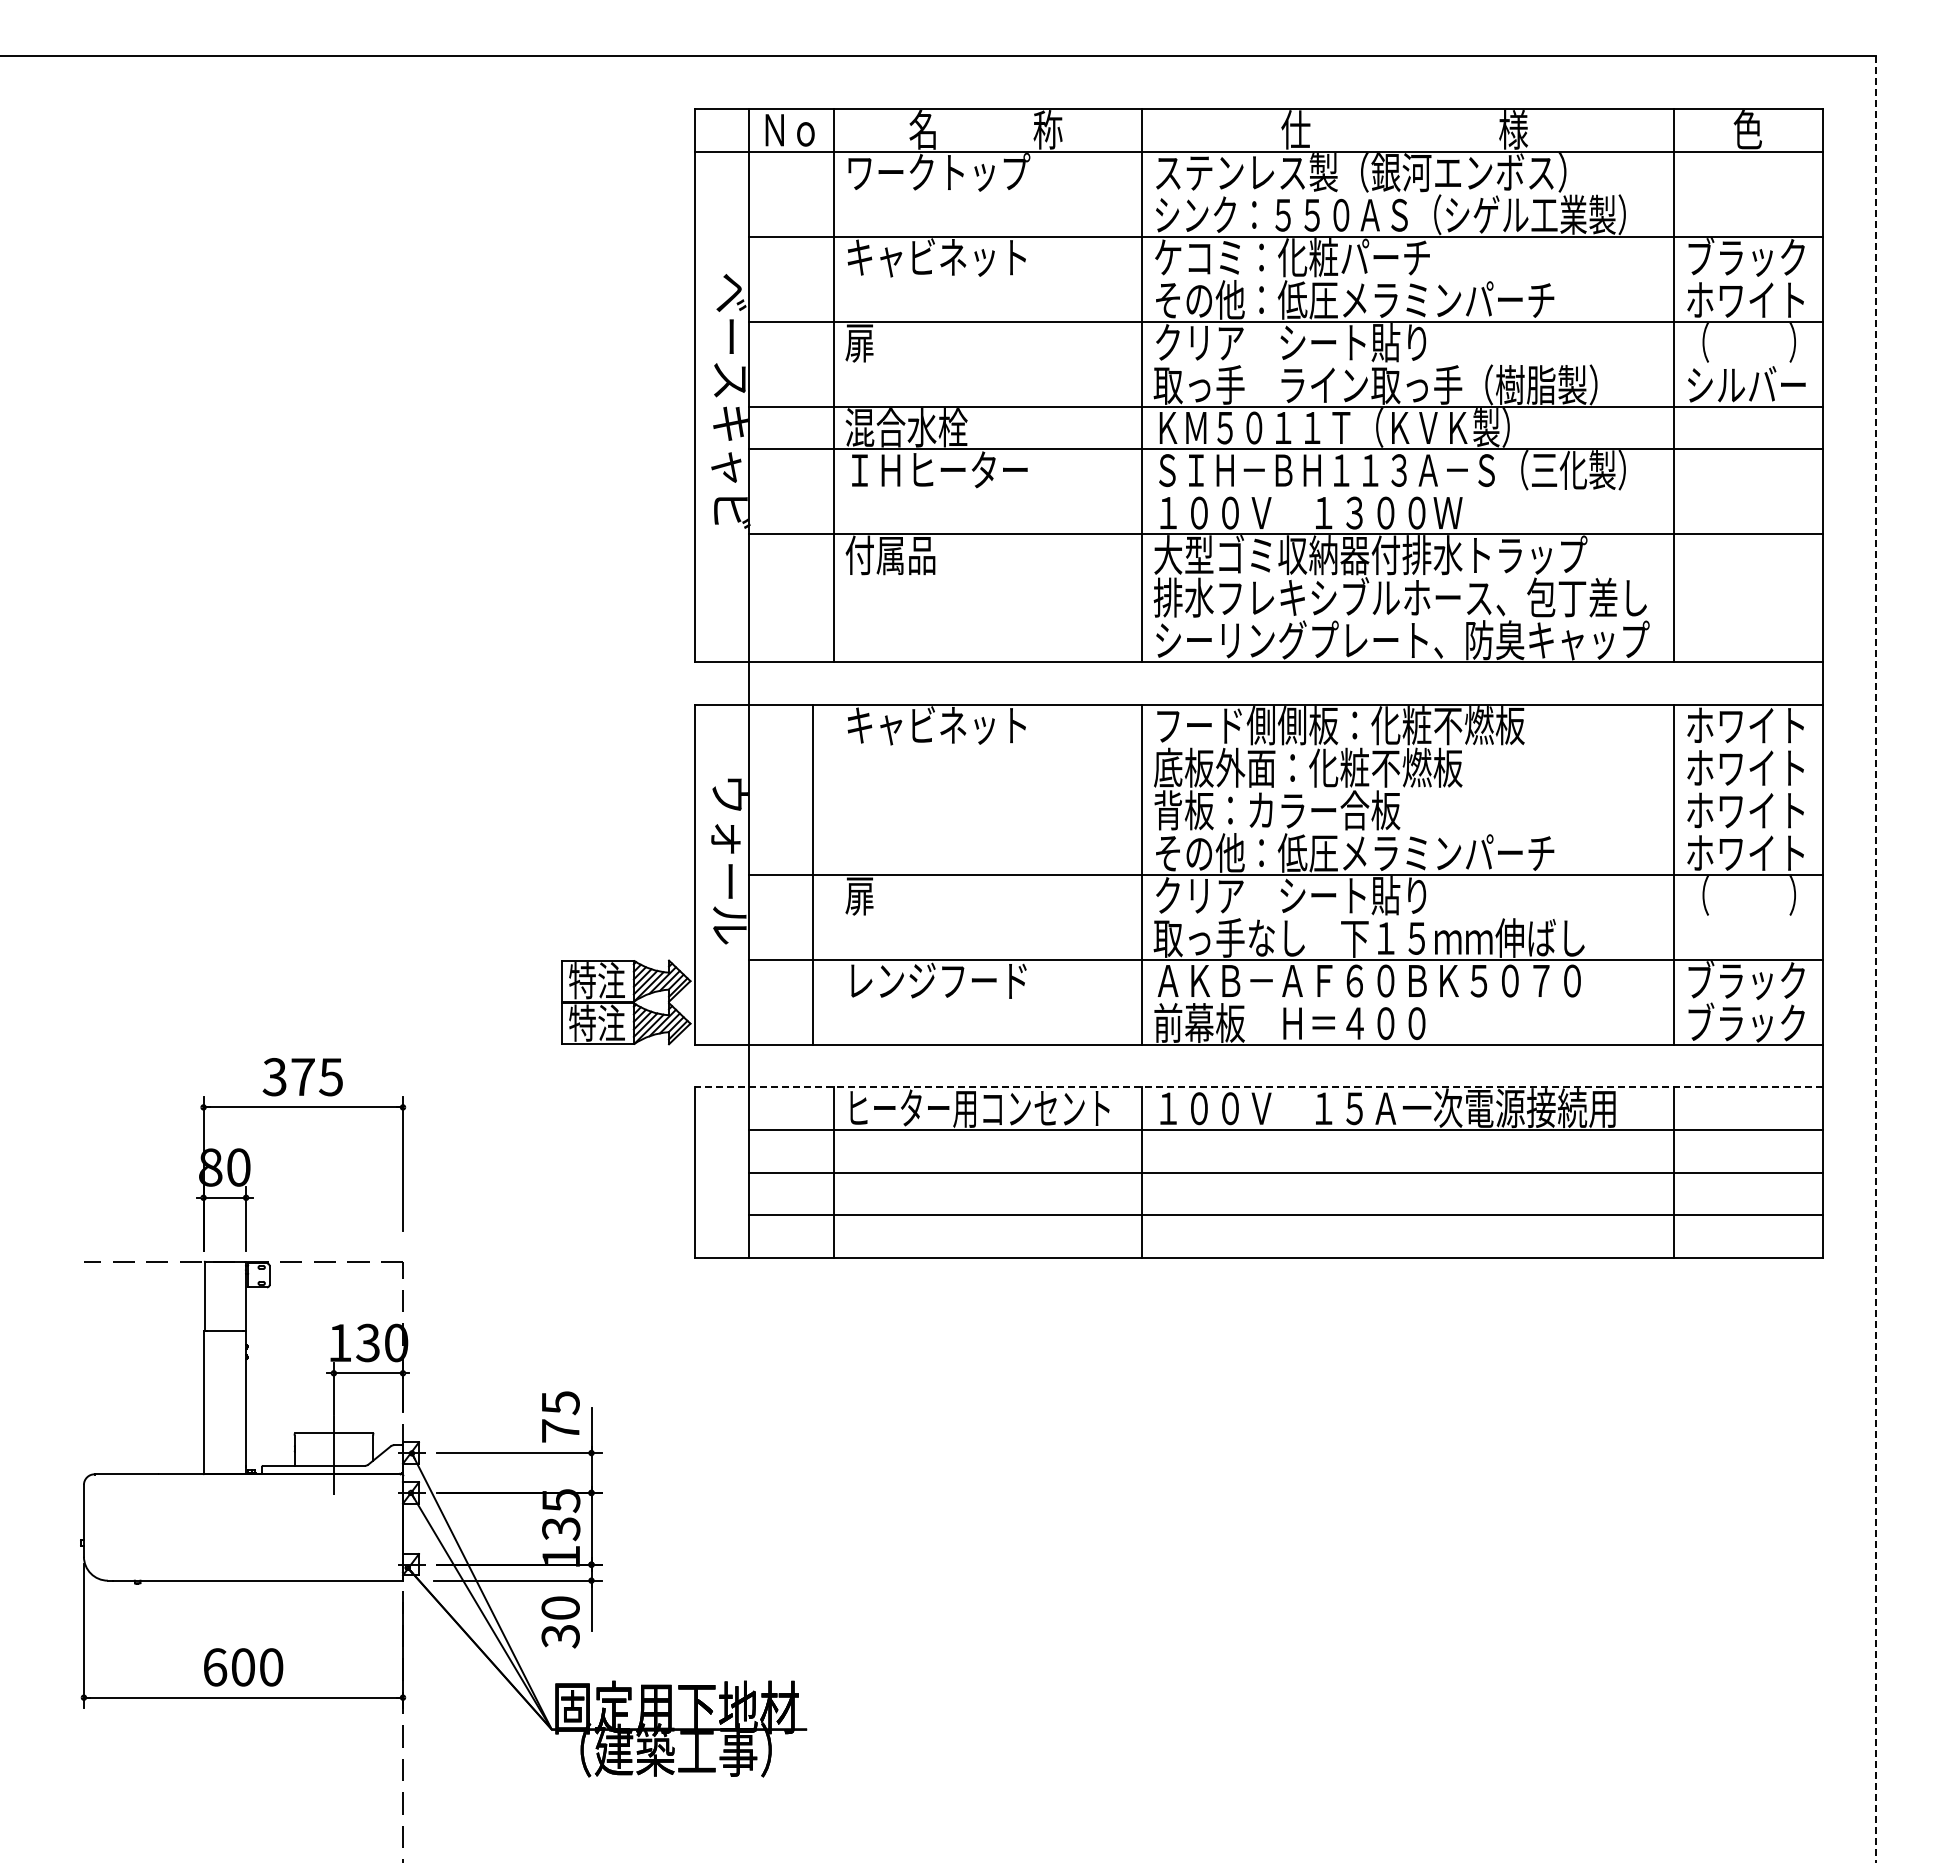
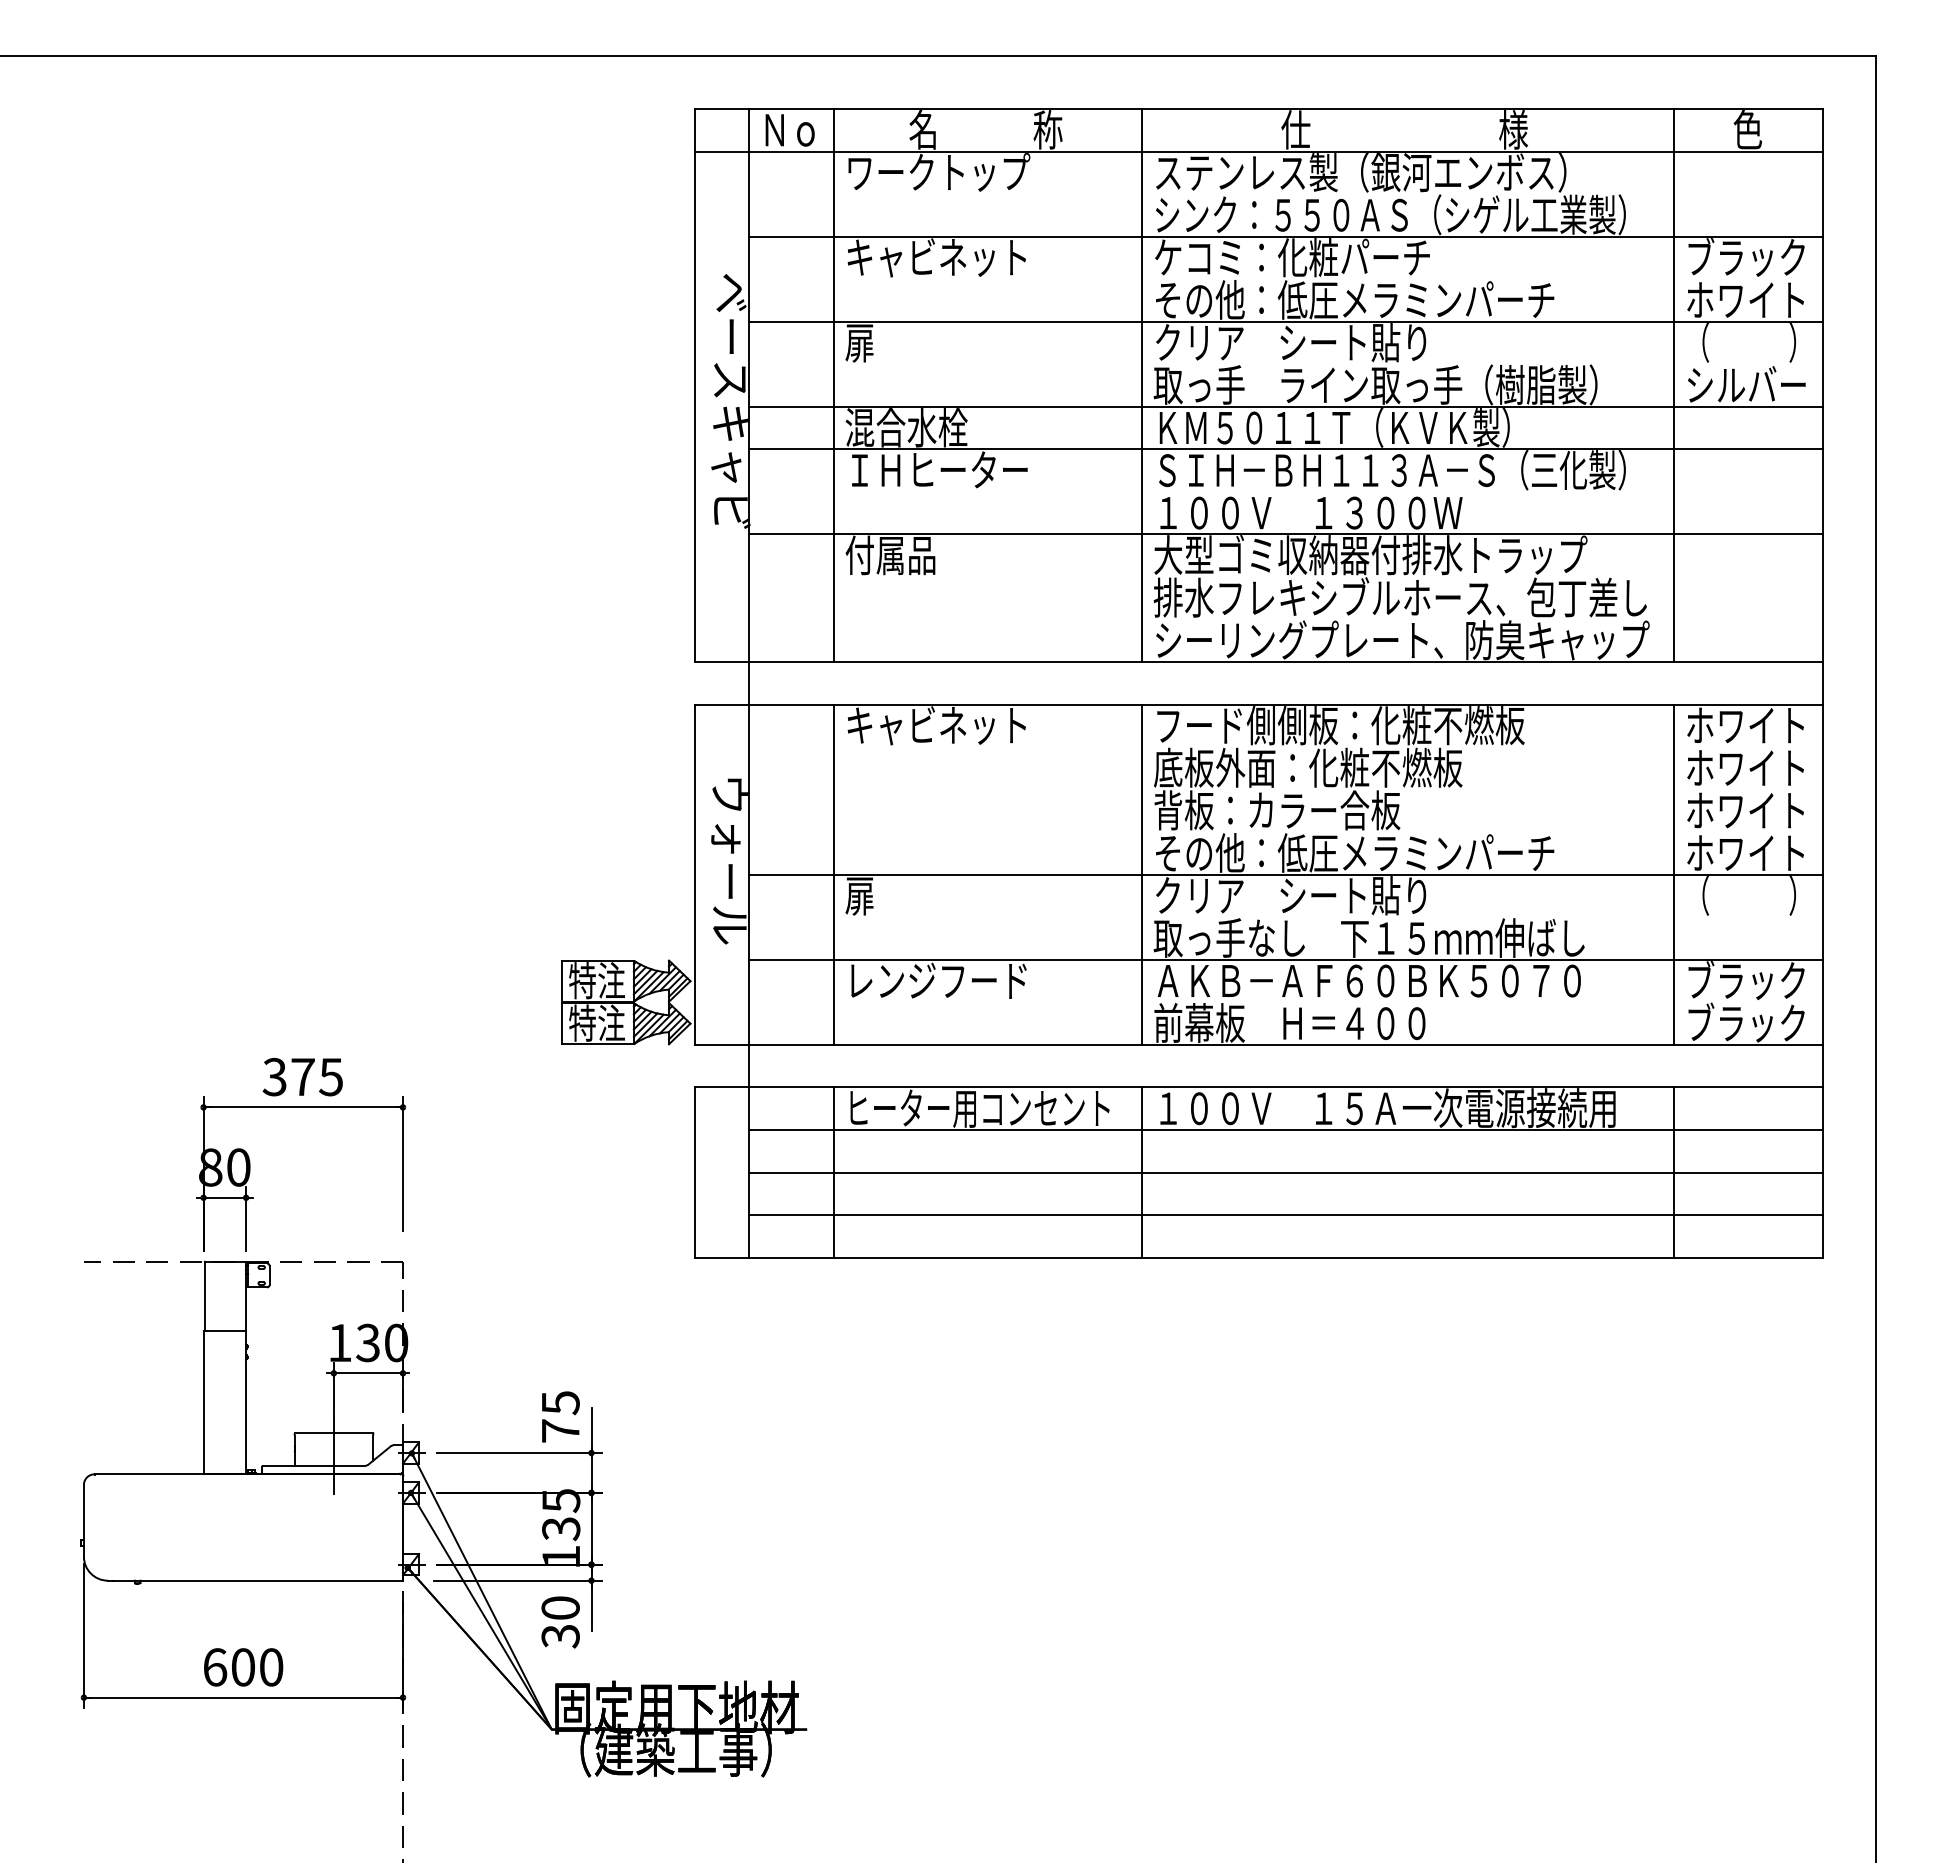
line at (812, 874) position: (812, 874) -> (833, 874)
line at (1875, 959): dashed -> solid
line at (1259, 1087): dashed -> solid
